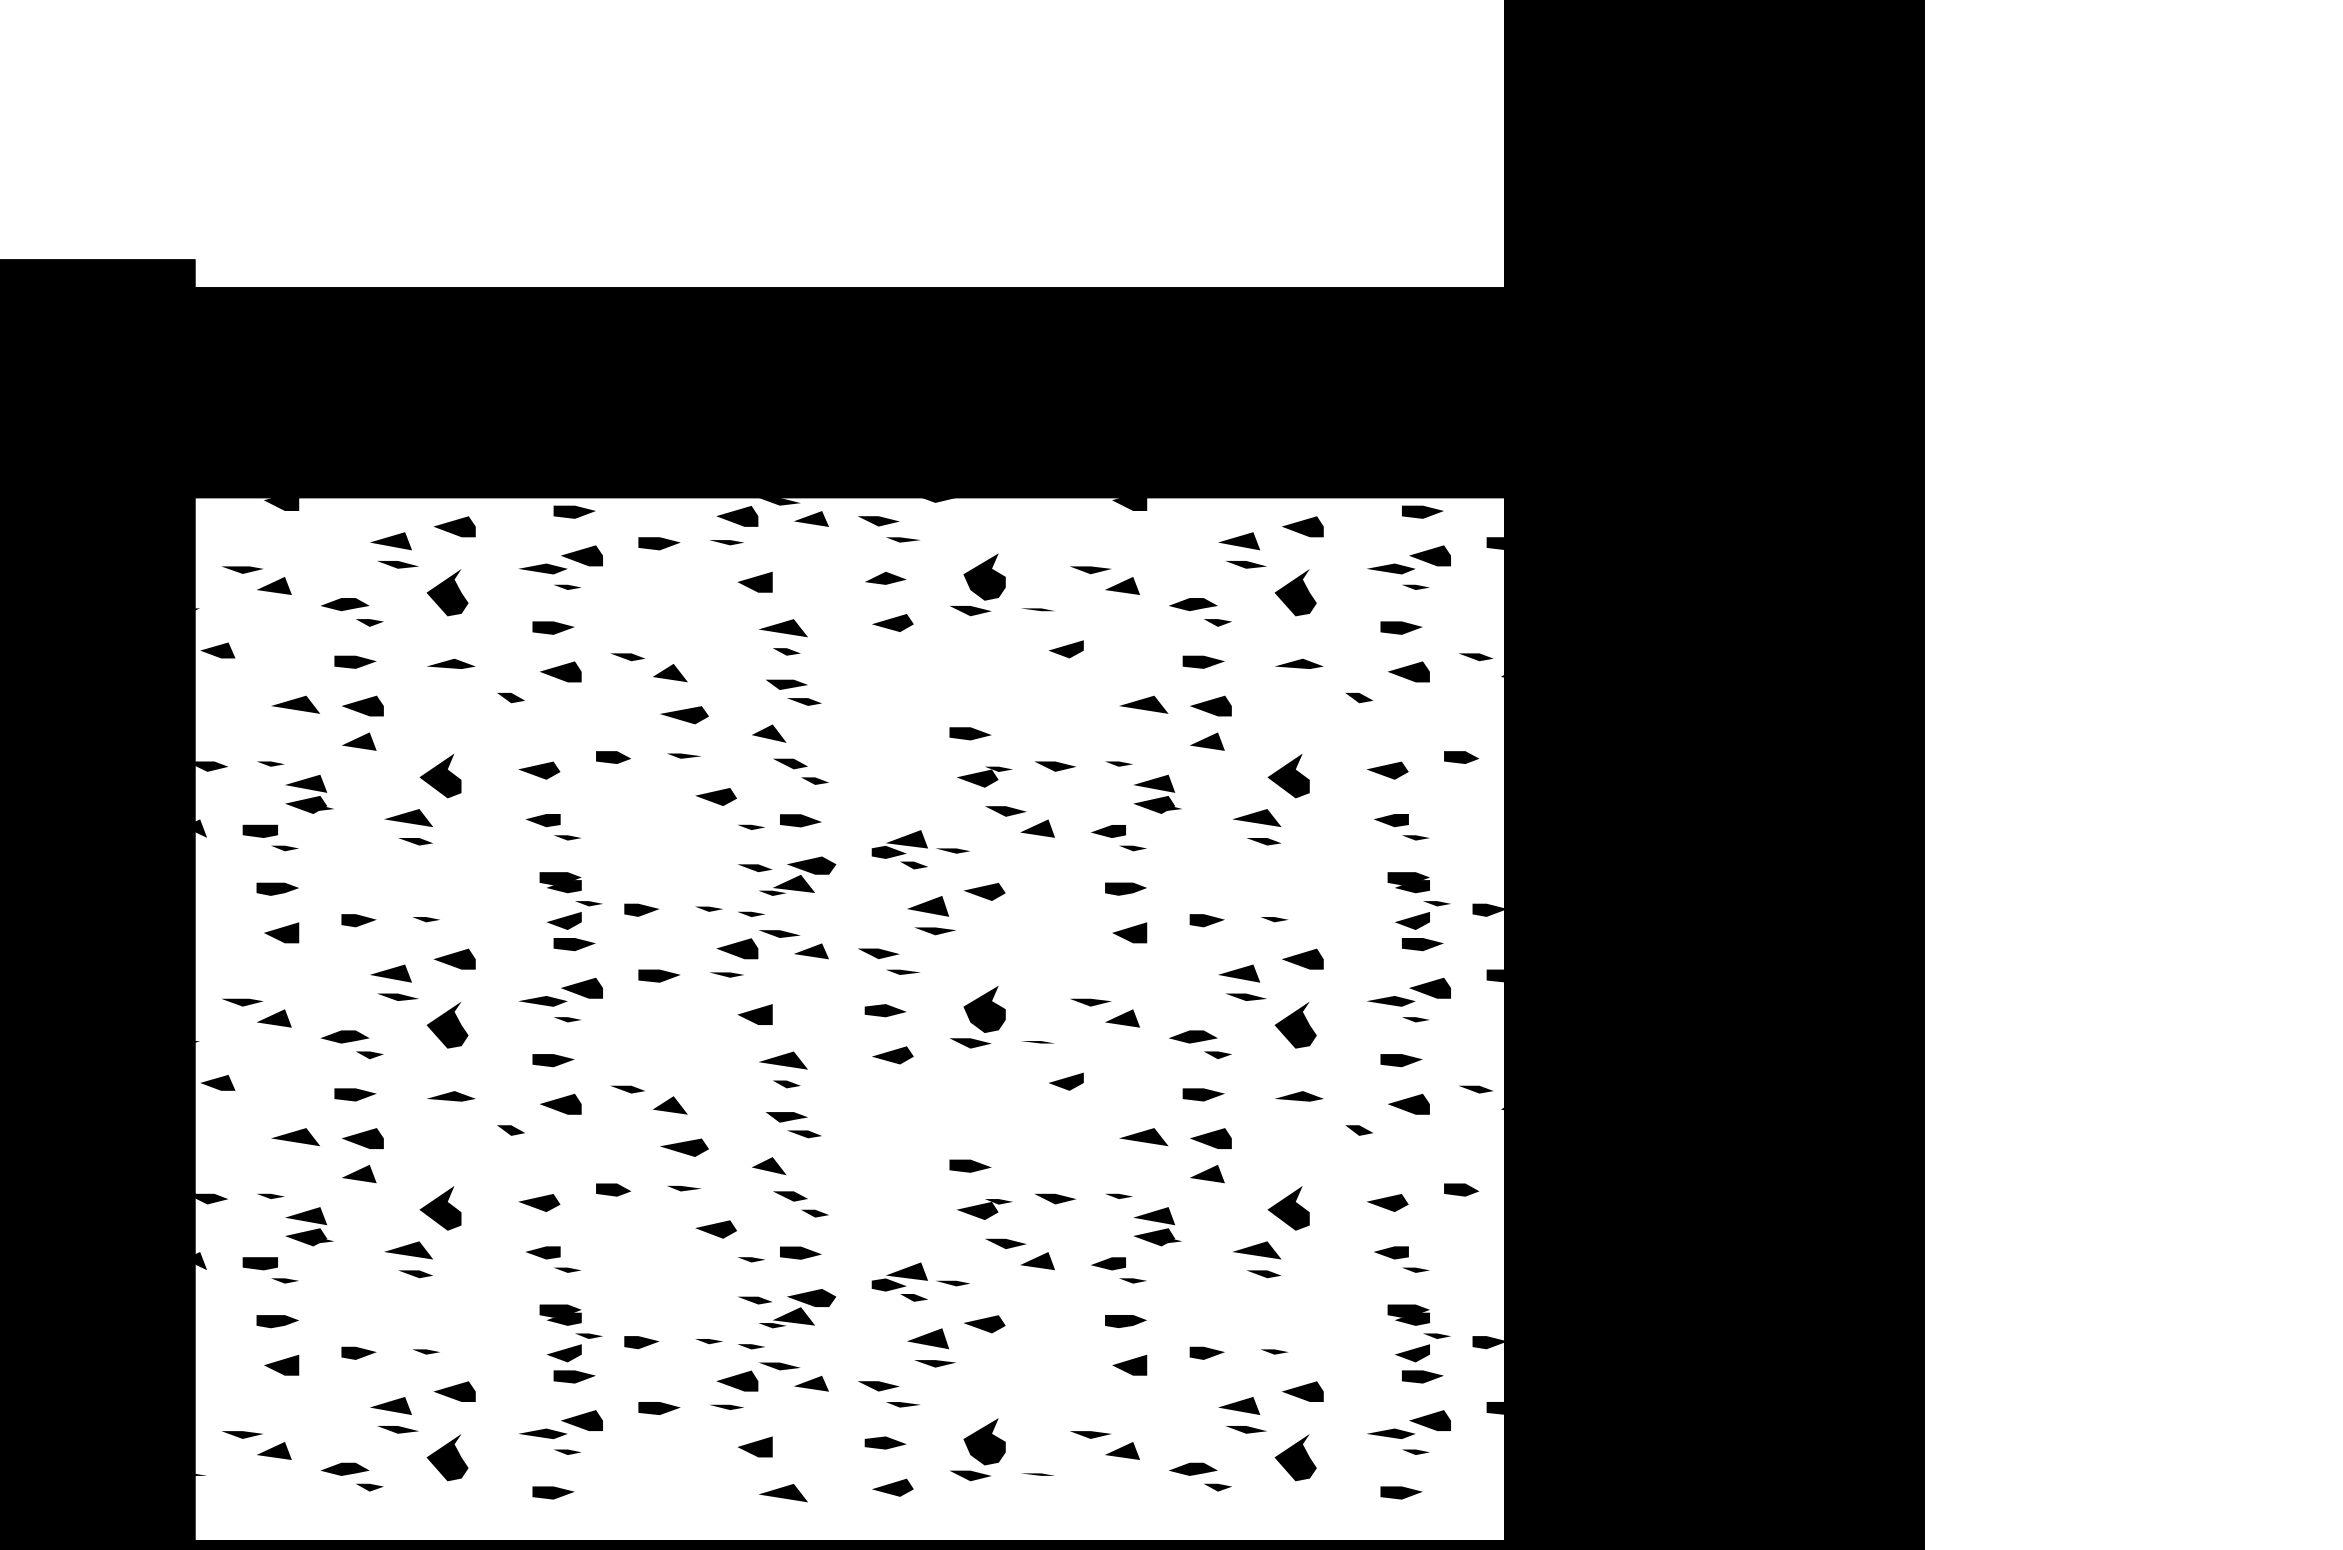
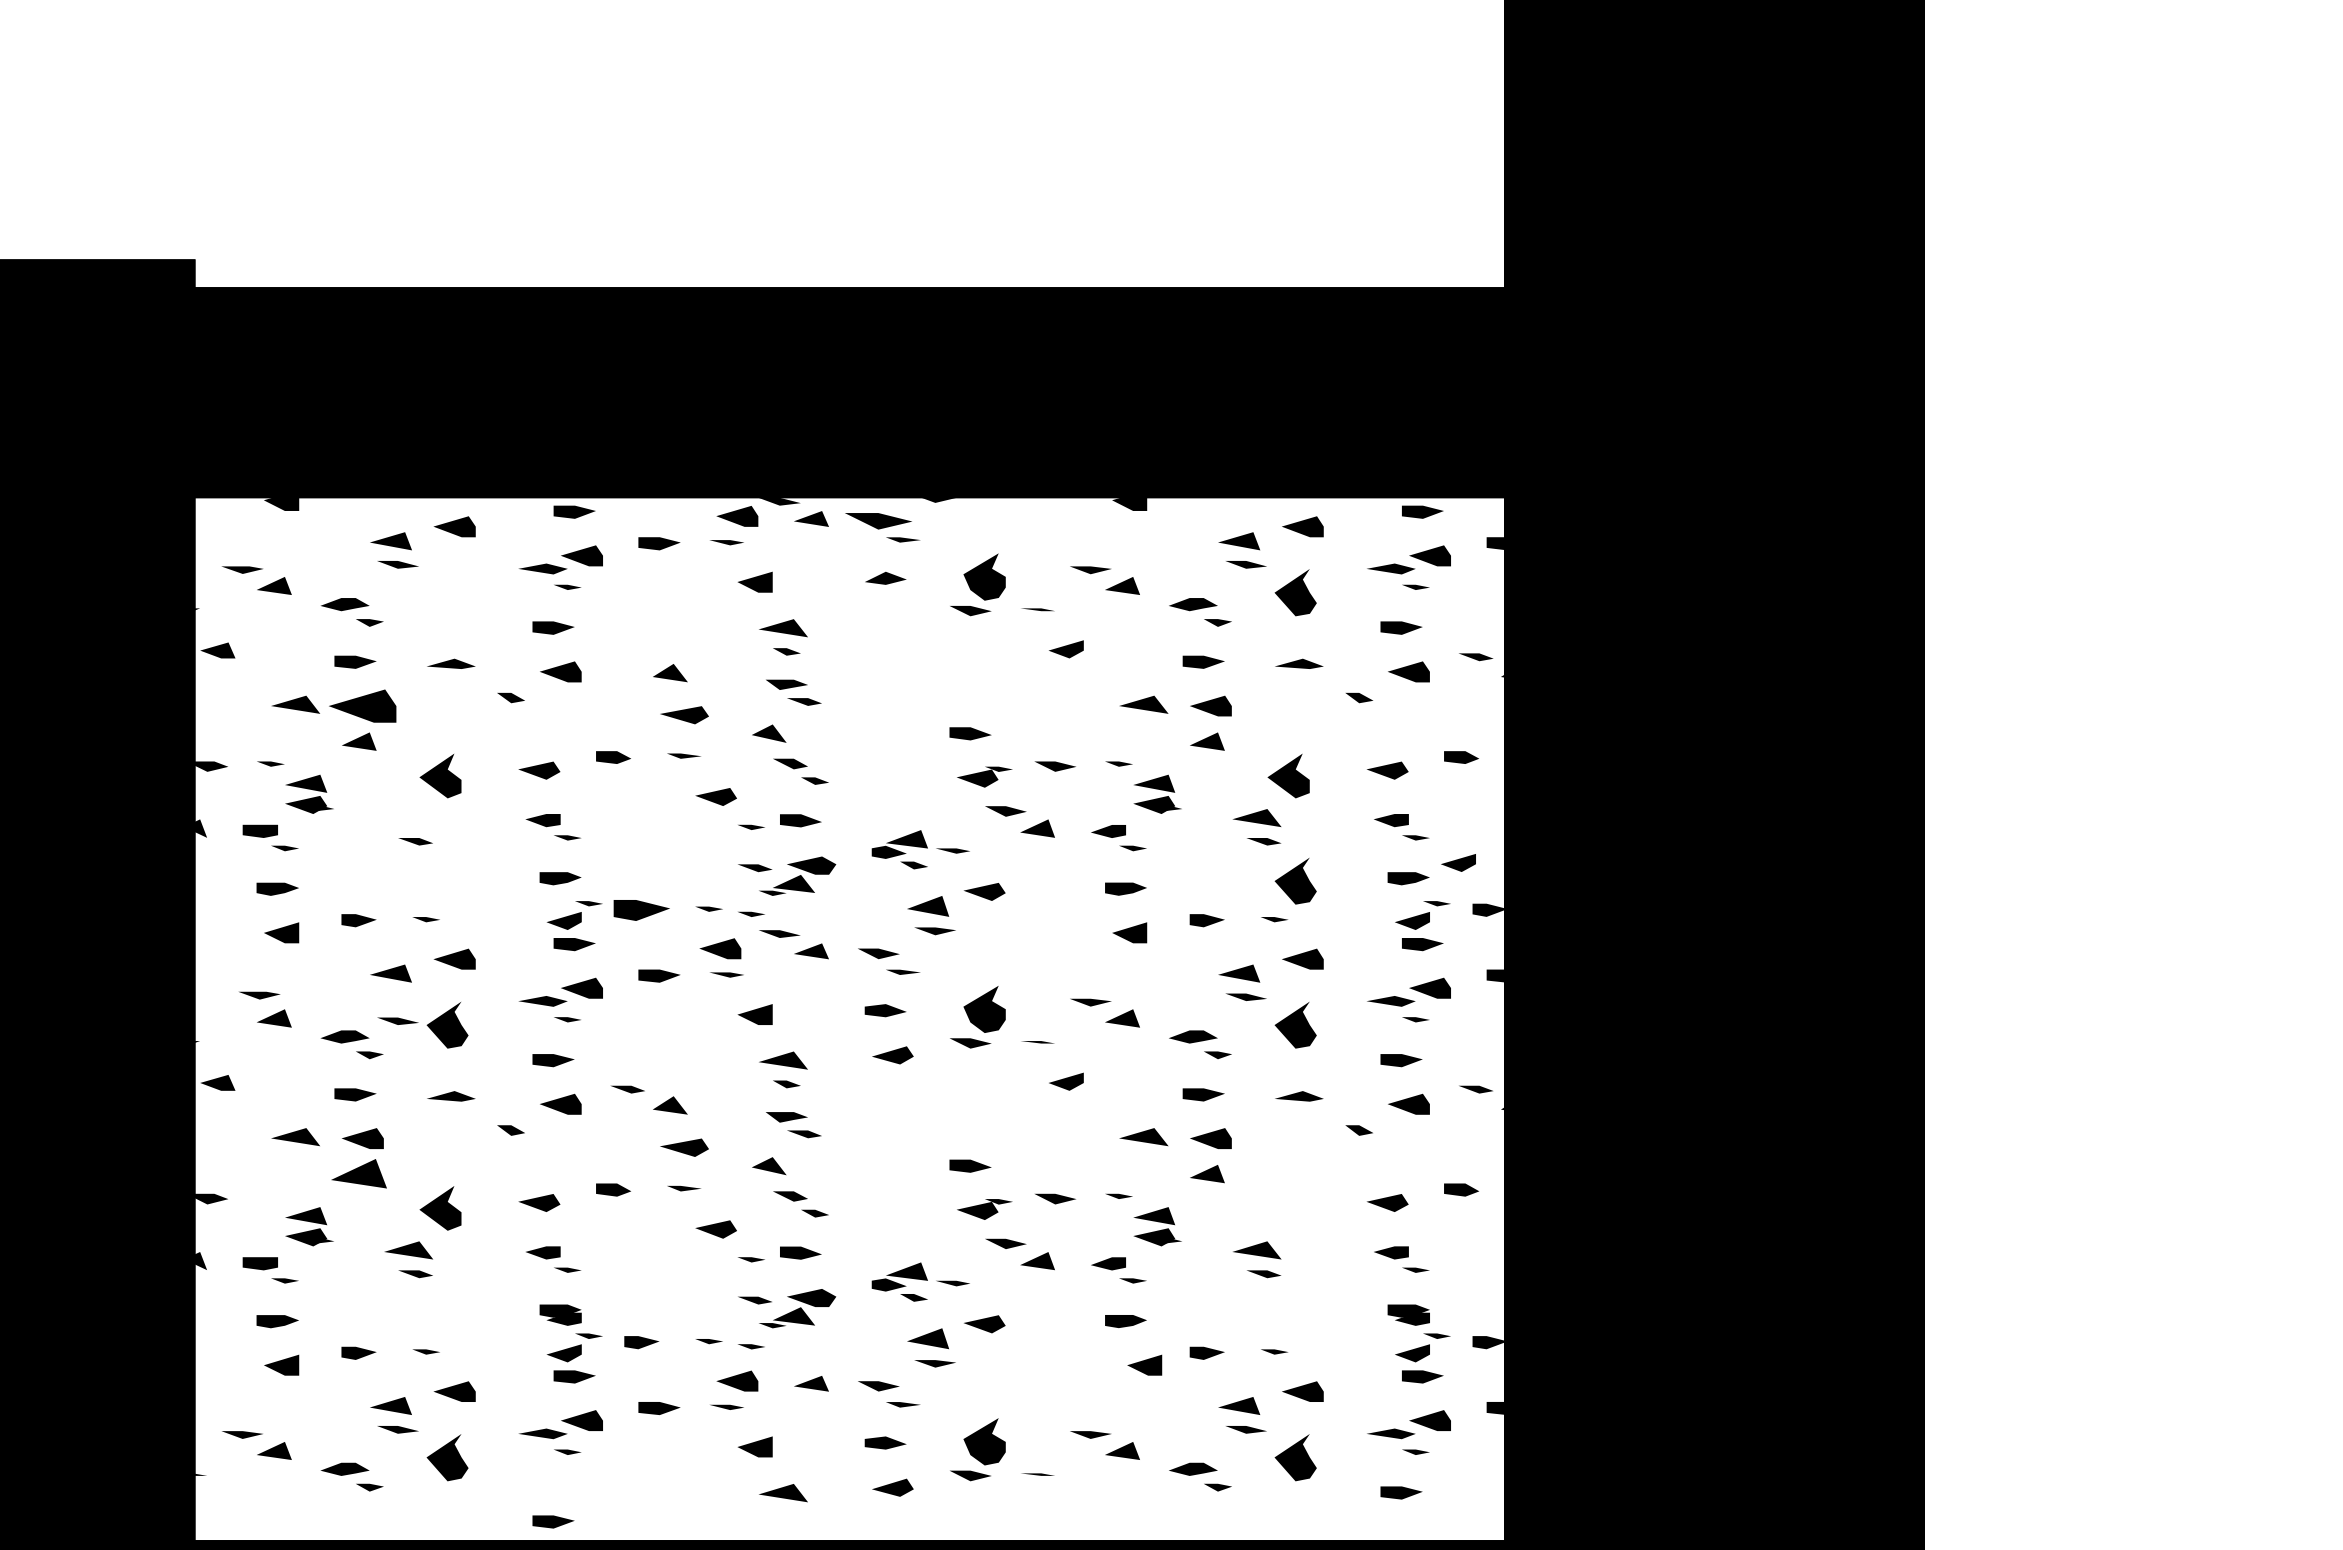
part at (878, 521) size: 42x11 px -> 67x17 px
fill at (447, 592): present -> none
part at (892, 622): present -> none
part at (627, 657): present -> none
part at (362, 705) size: 42x22 px -> 68x34 px
fill at (408, 817): present -> none
part at (1458, 862): none -> present
part at (1295, 881): none -> present
fill at (563, 886): present -> none
fill at (1412, 886): present -> none
part at (641, 909) size: 36x14 px -> 57x21 px
part at (737, 948) position: (737, 948) -> (720, 948)
part at (397, 996) position: (397, 996) -> (397, 1020)
part at (242, 1002) position: (242, 1002) -> (259, 995)
part at (359, 1174) size: 35x19 px -> 56x30 px
fill at (270, 1196): present -> none
fill at (1288, 1207): present -> none
part at (1129, 1364) position: (1129, 1364) -> (1144, 1364)
fill at (779, 1366): present -> none
part at (553, 1492) position: (553, 1492) -> (553, 1521)
